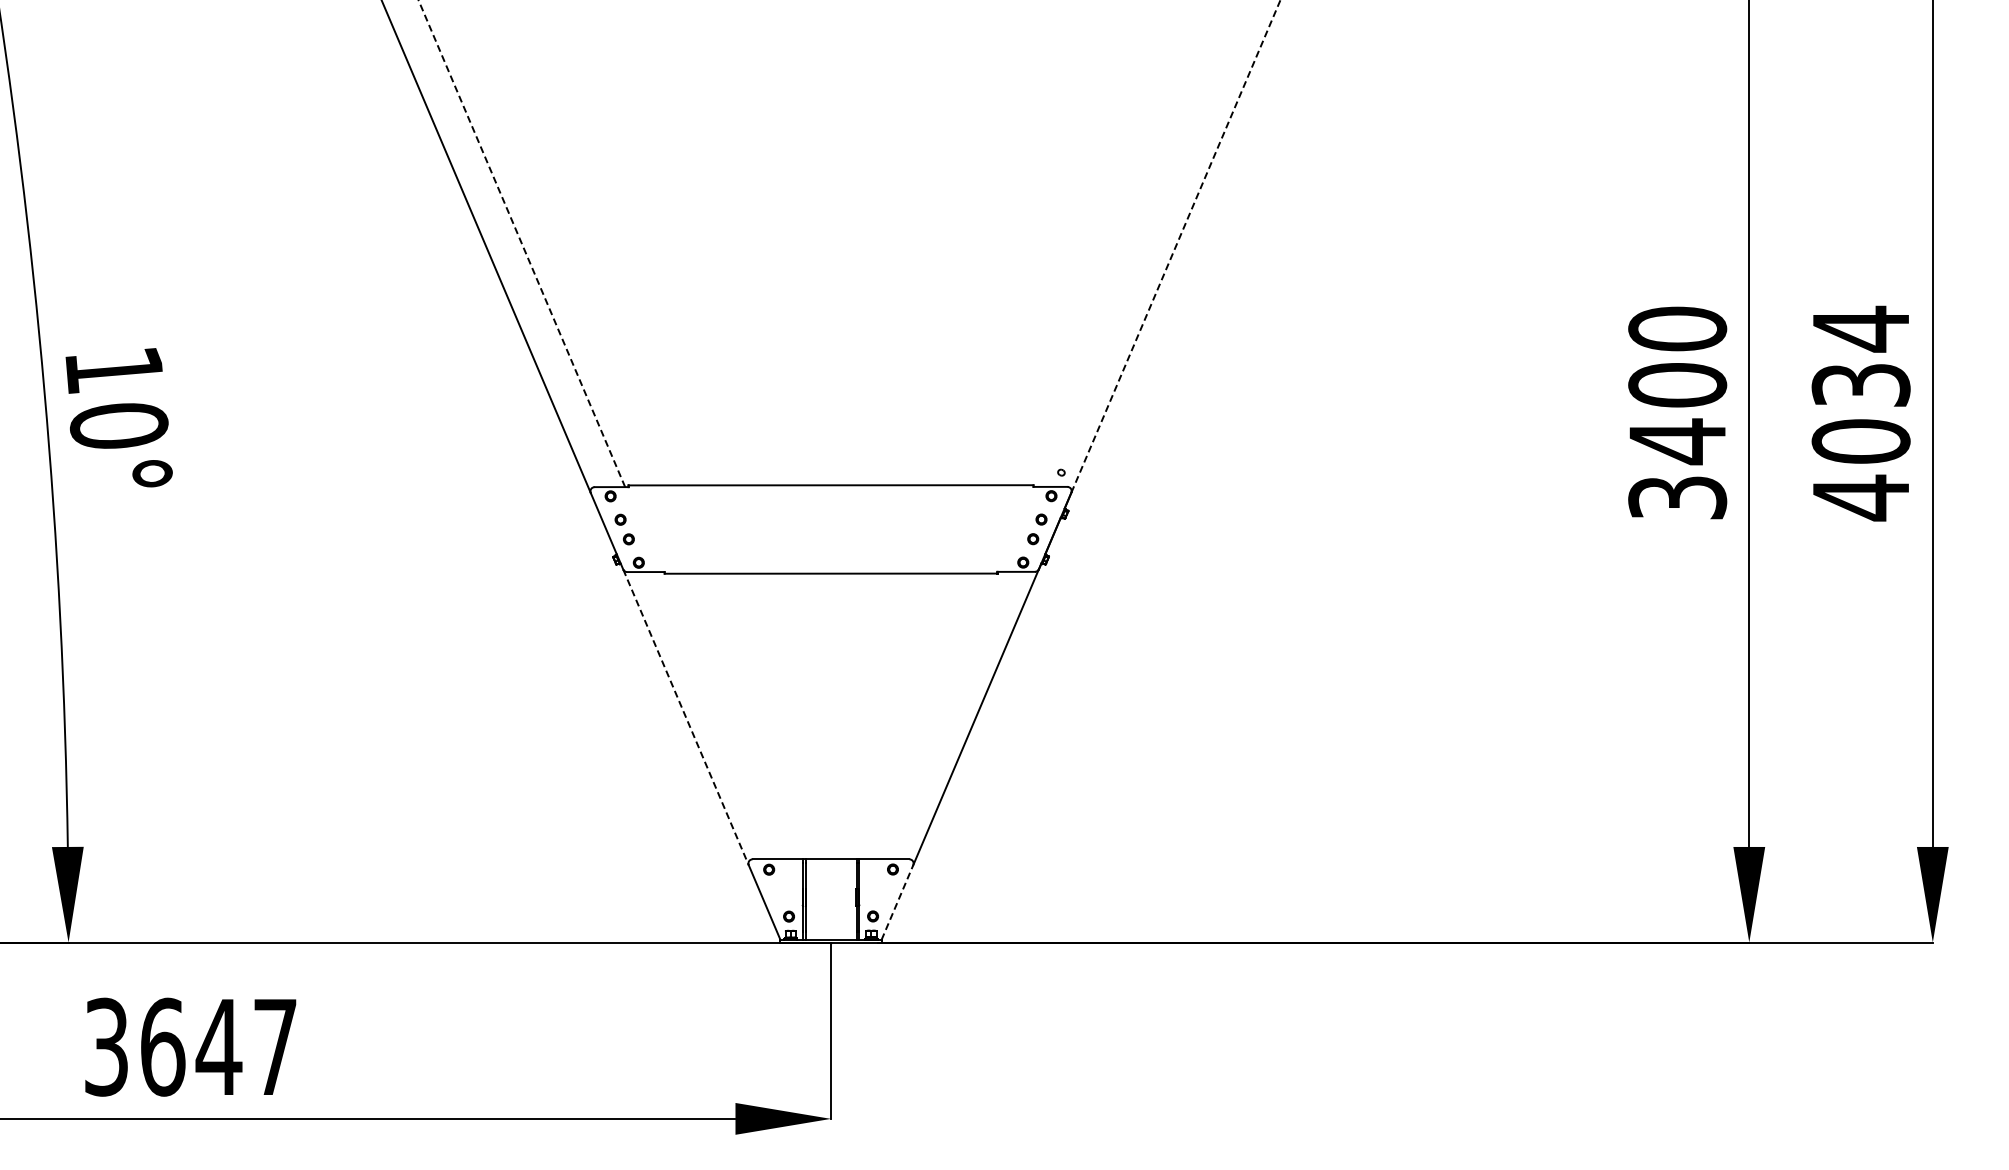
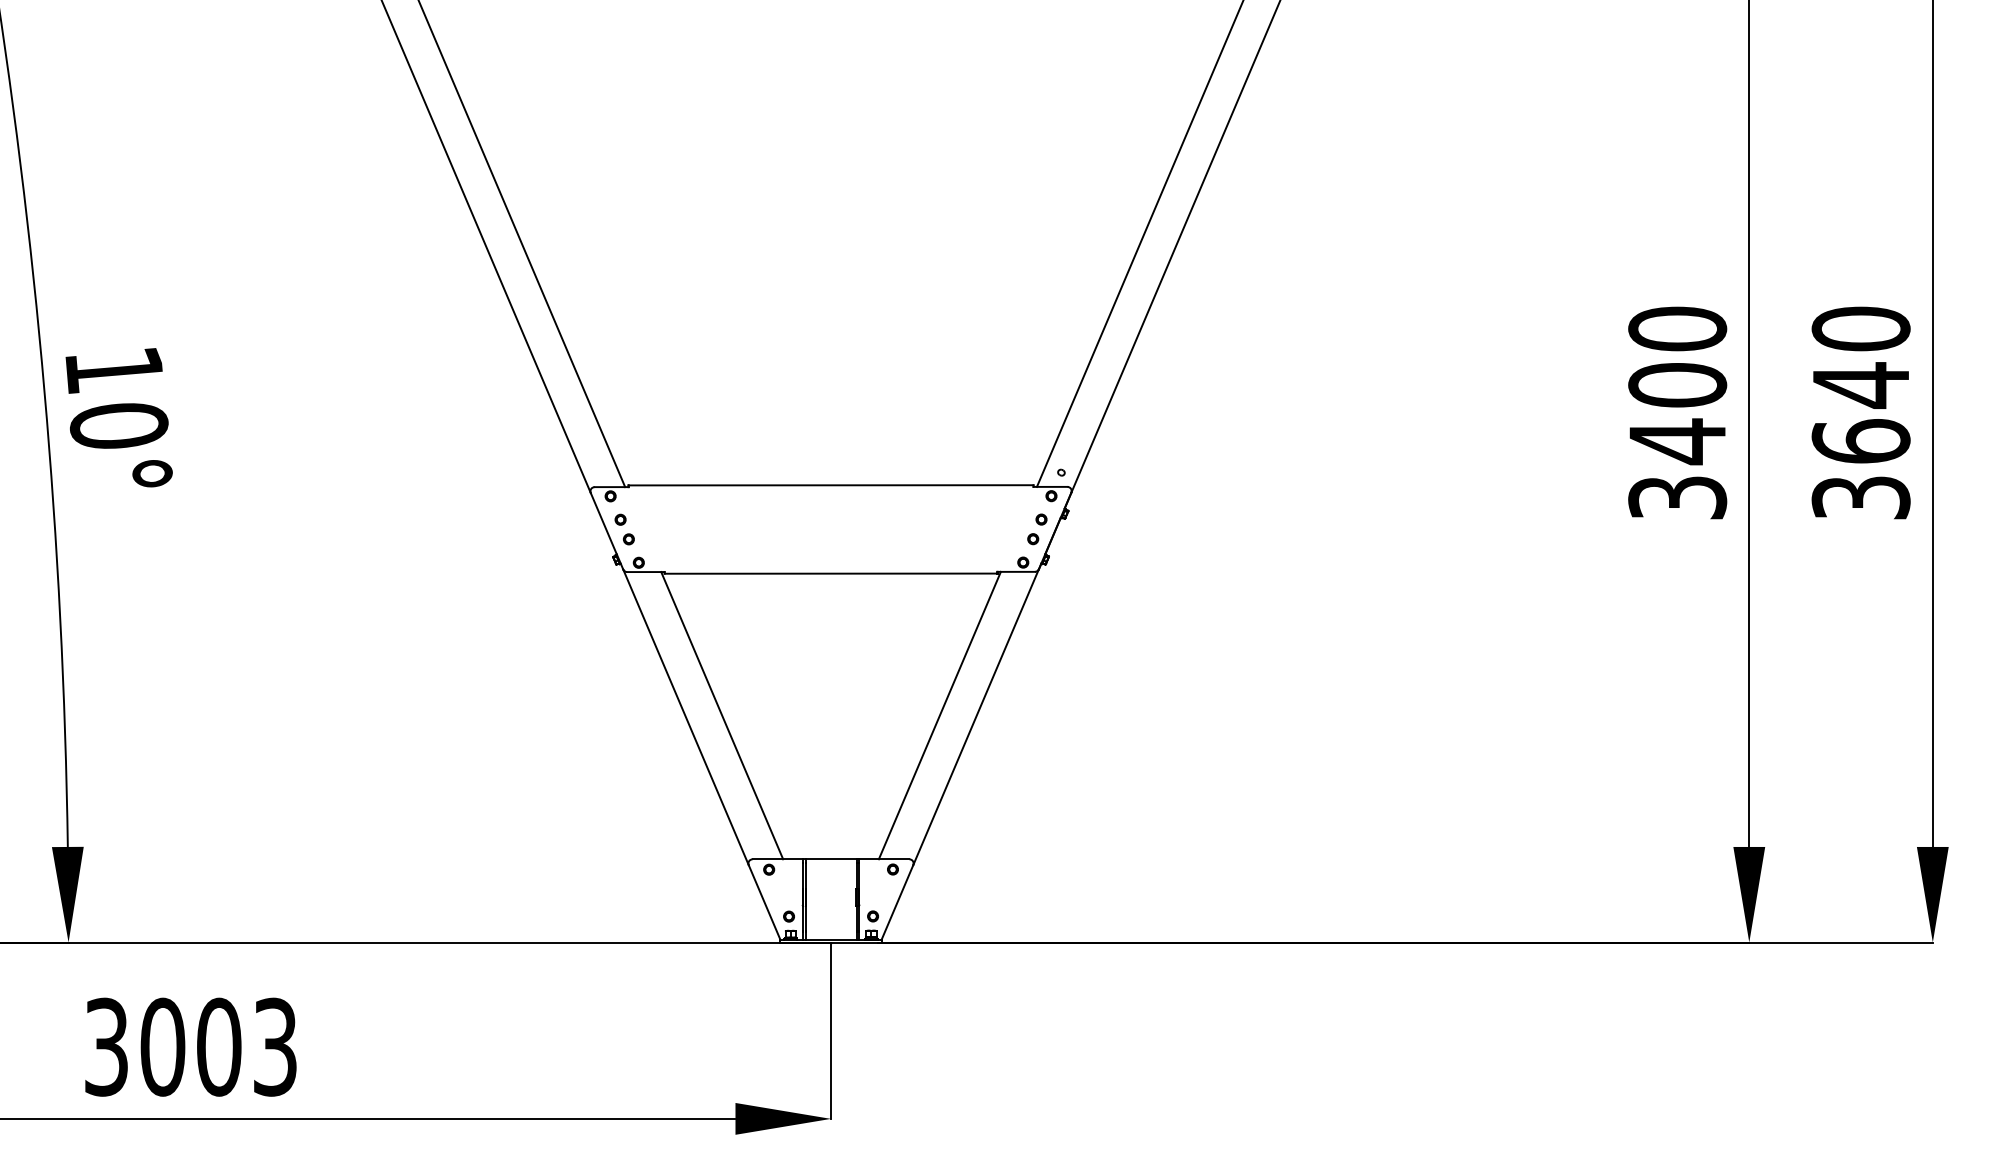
line at (521, 243): dashed -> solid
line at (1139, 244): none -> present
line at (1176, 246): dashed -> solid
text at (1860, 413): 4034 -> 3640
line at (722, 715): none -> present
line at (939, 715): none -> present
line at (686, 717): dashed -> solid
line at (897, 902): dashed -> solid
text at (218, 1046): 3647 -> 3003
